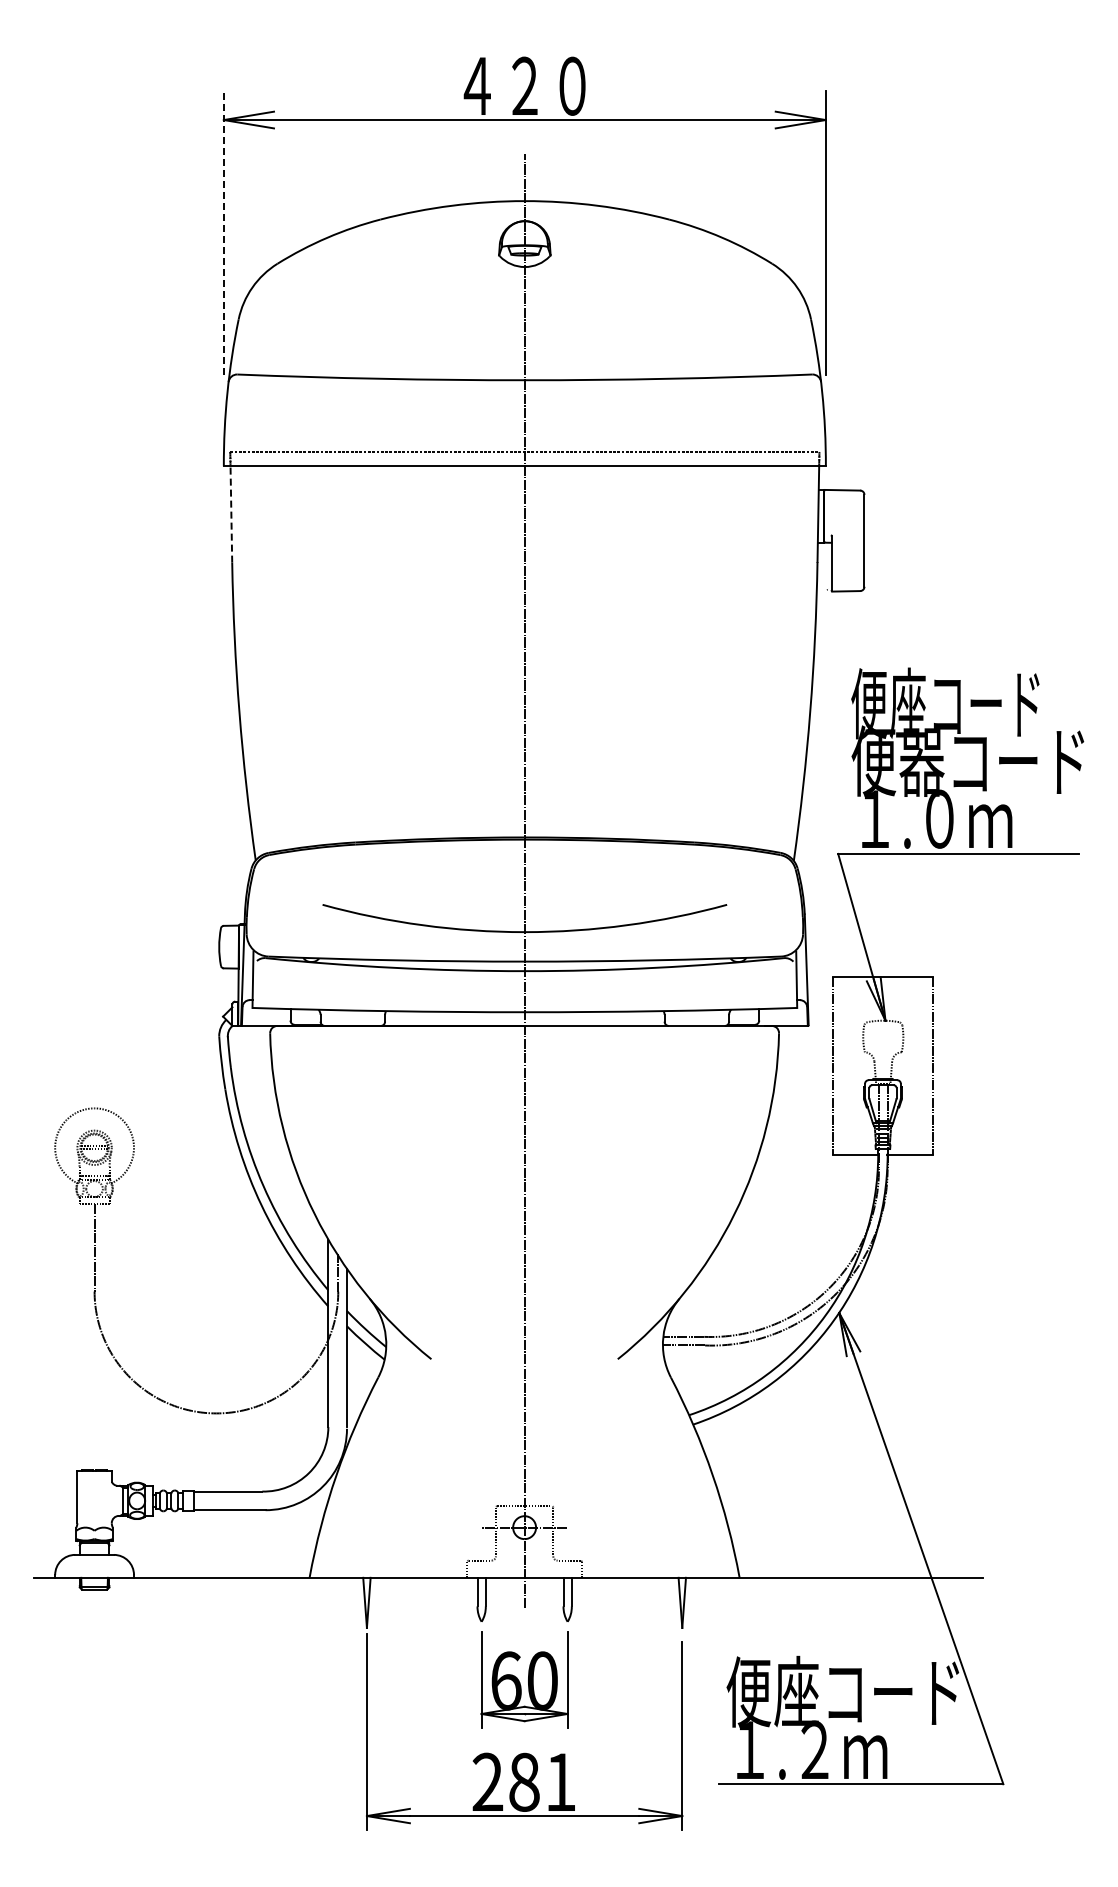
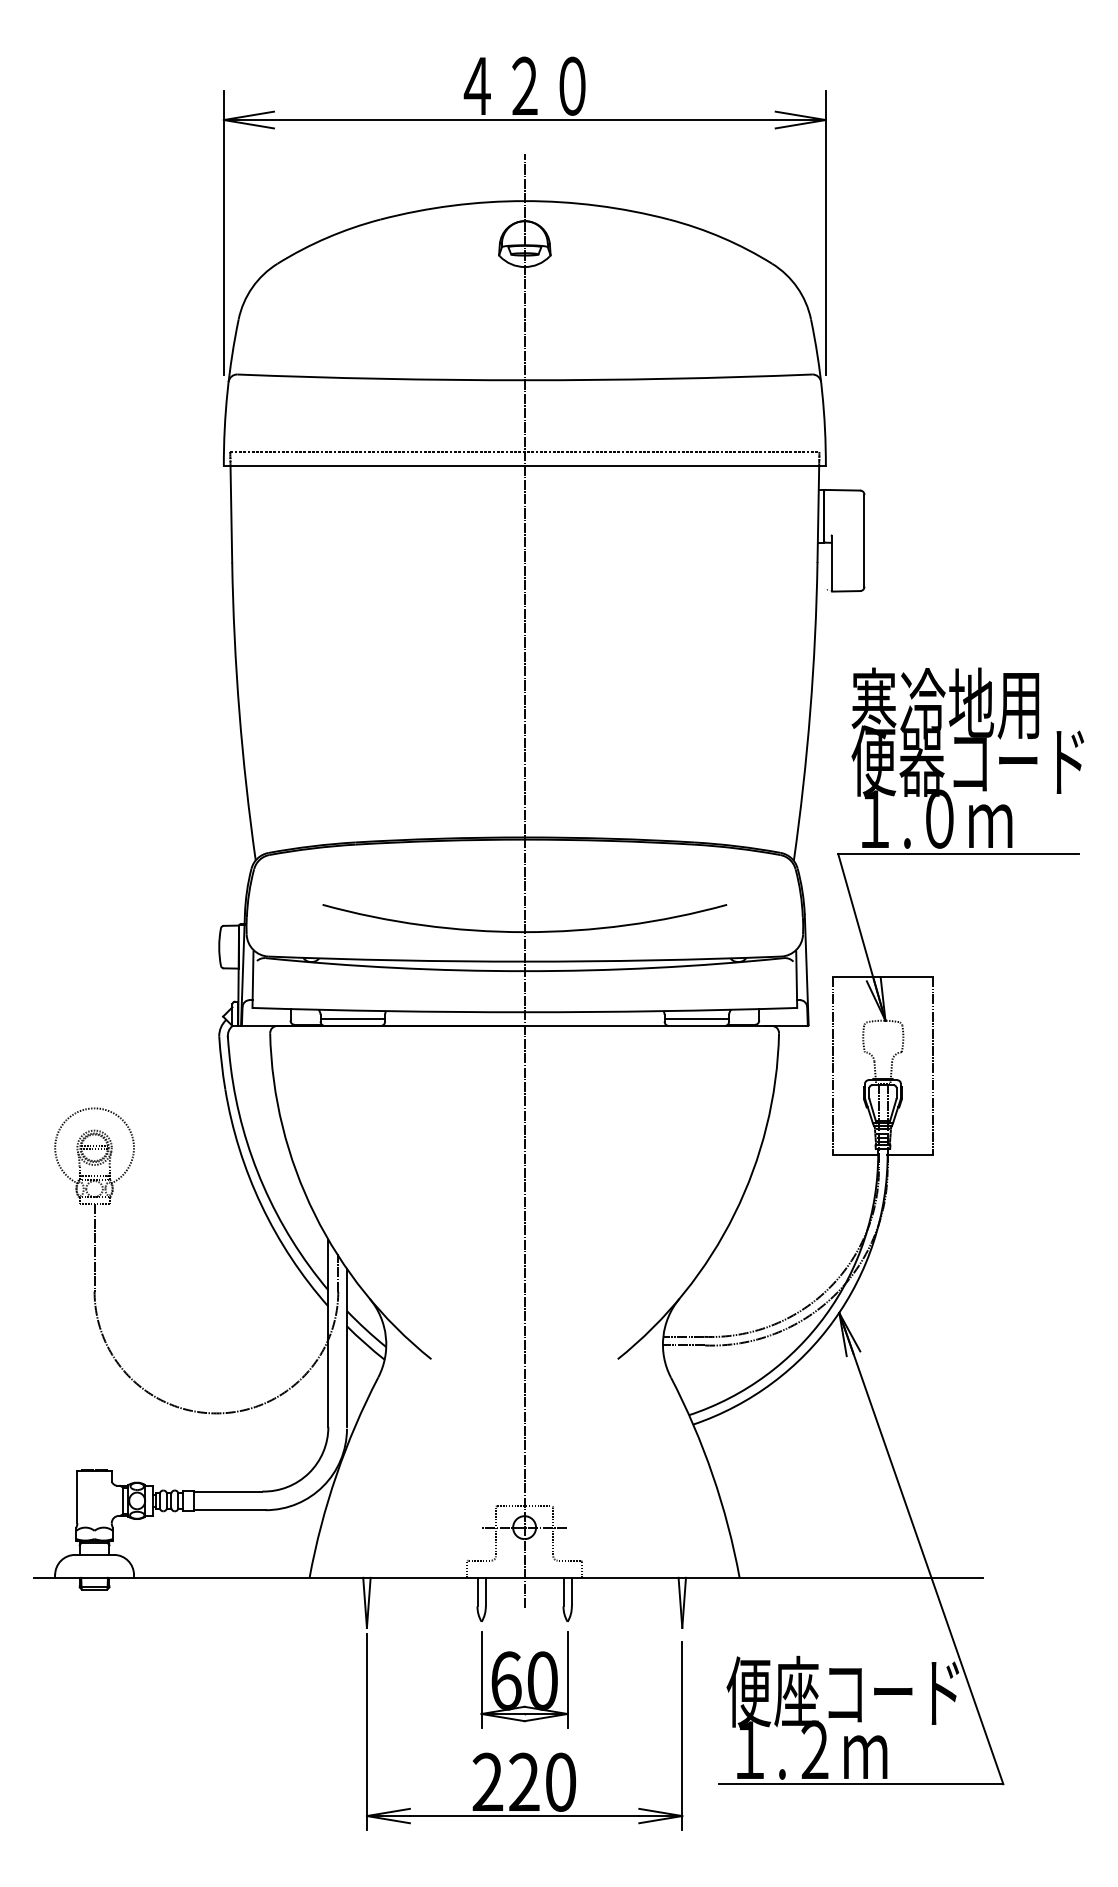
line at (223, 233): dashed -> solid
line at (231, 514): dashed -> solid
text at (945, 703): 便座コード -> 寒冷地用
line at (352, 1018): none -> present
line at (696, 1018): none -> present
text at (542, 1781): 281 -> 220
